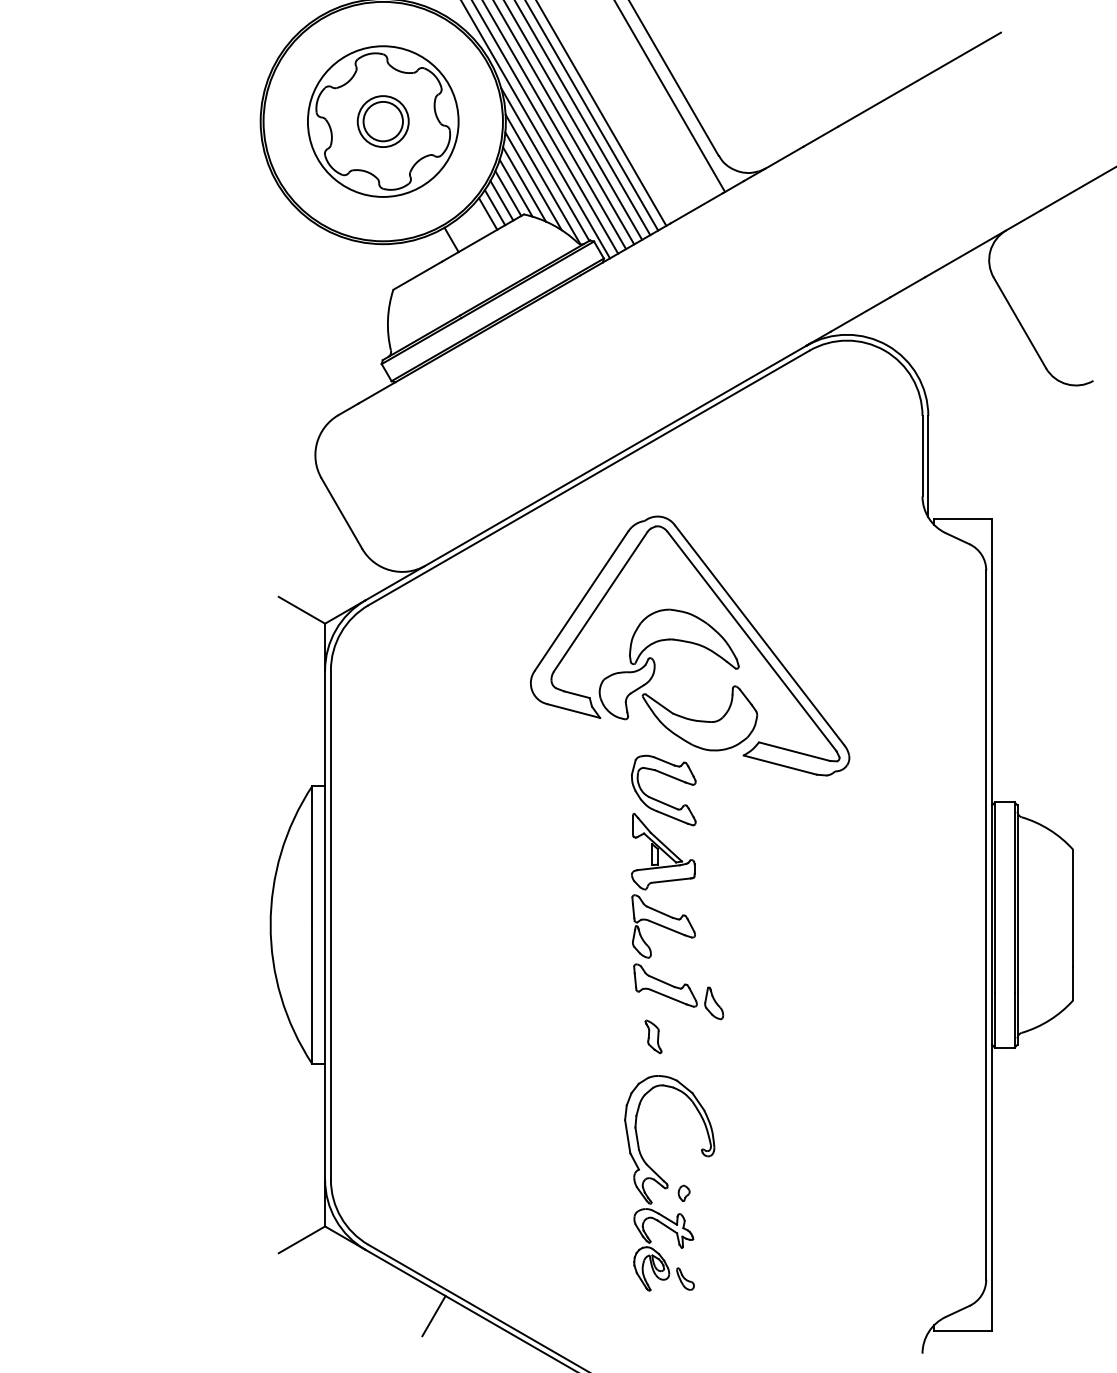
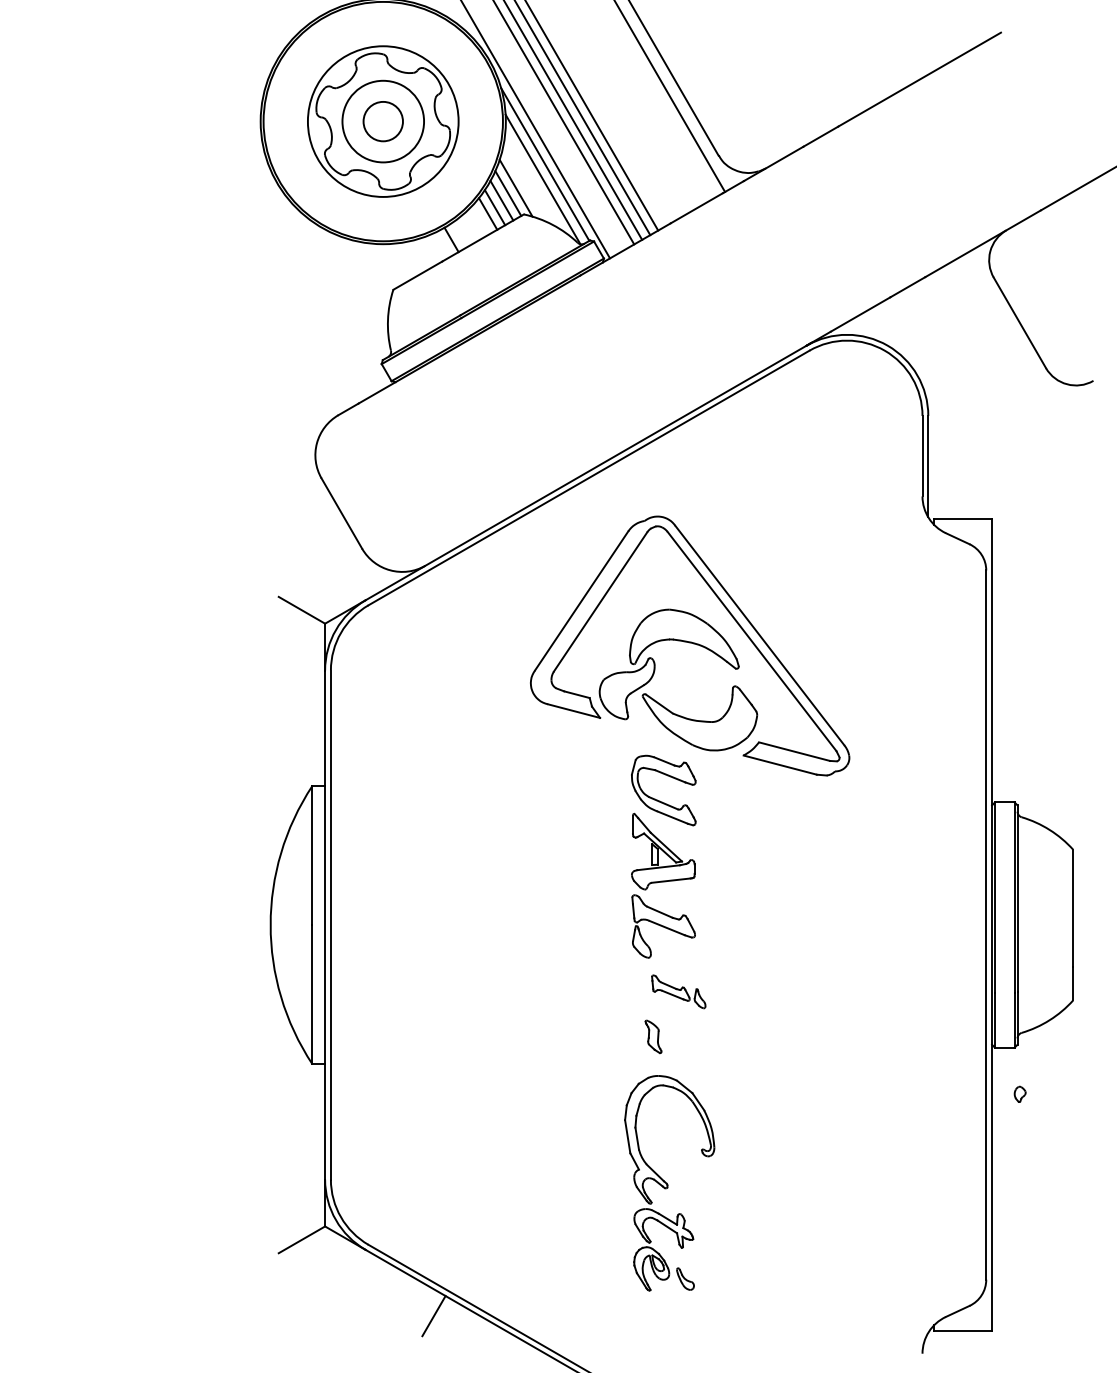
line at (601, 113): present -> none
circle at (382, 121) diameter: 51 px -> 82 px
line at (554, 125): present -> none
line at (545, 127): present -> none
line at (533, 181): present -> none
line at (524, 184): present -> none
part at (678, 991) size: 92x58 px -> 56x36 px
part at (683, 1192) position: (683, 1192) -> (1019, 1093)
